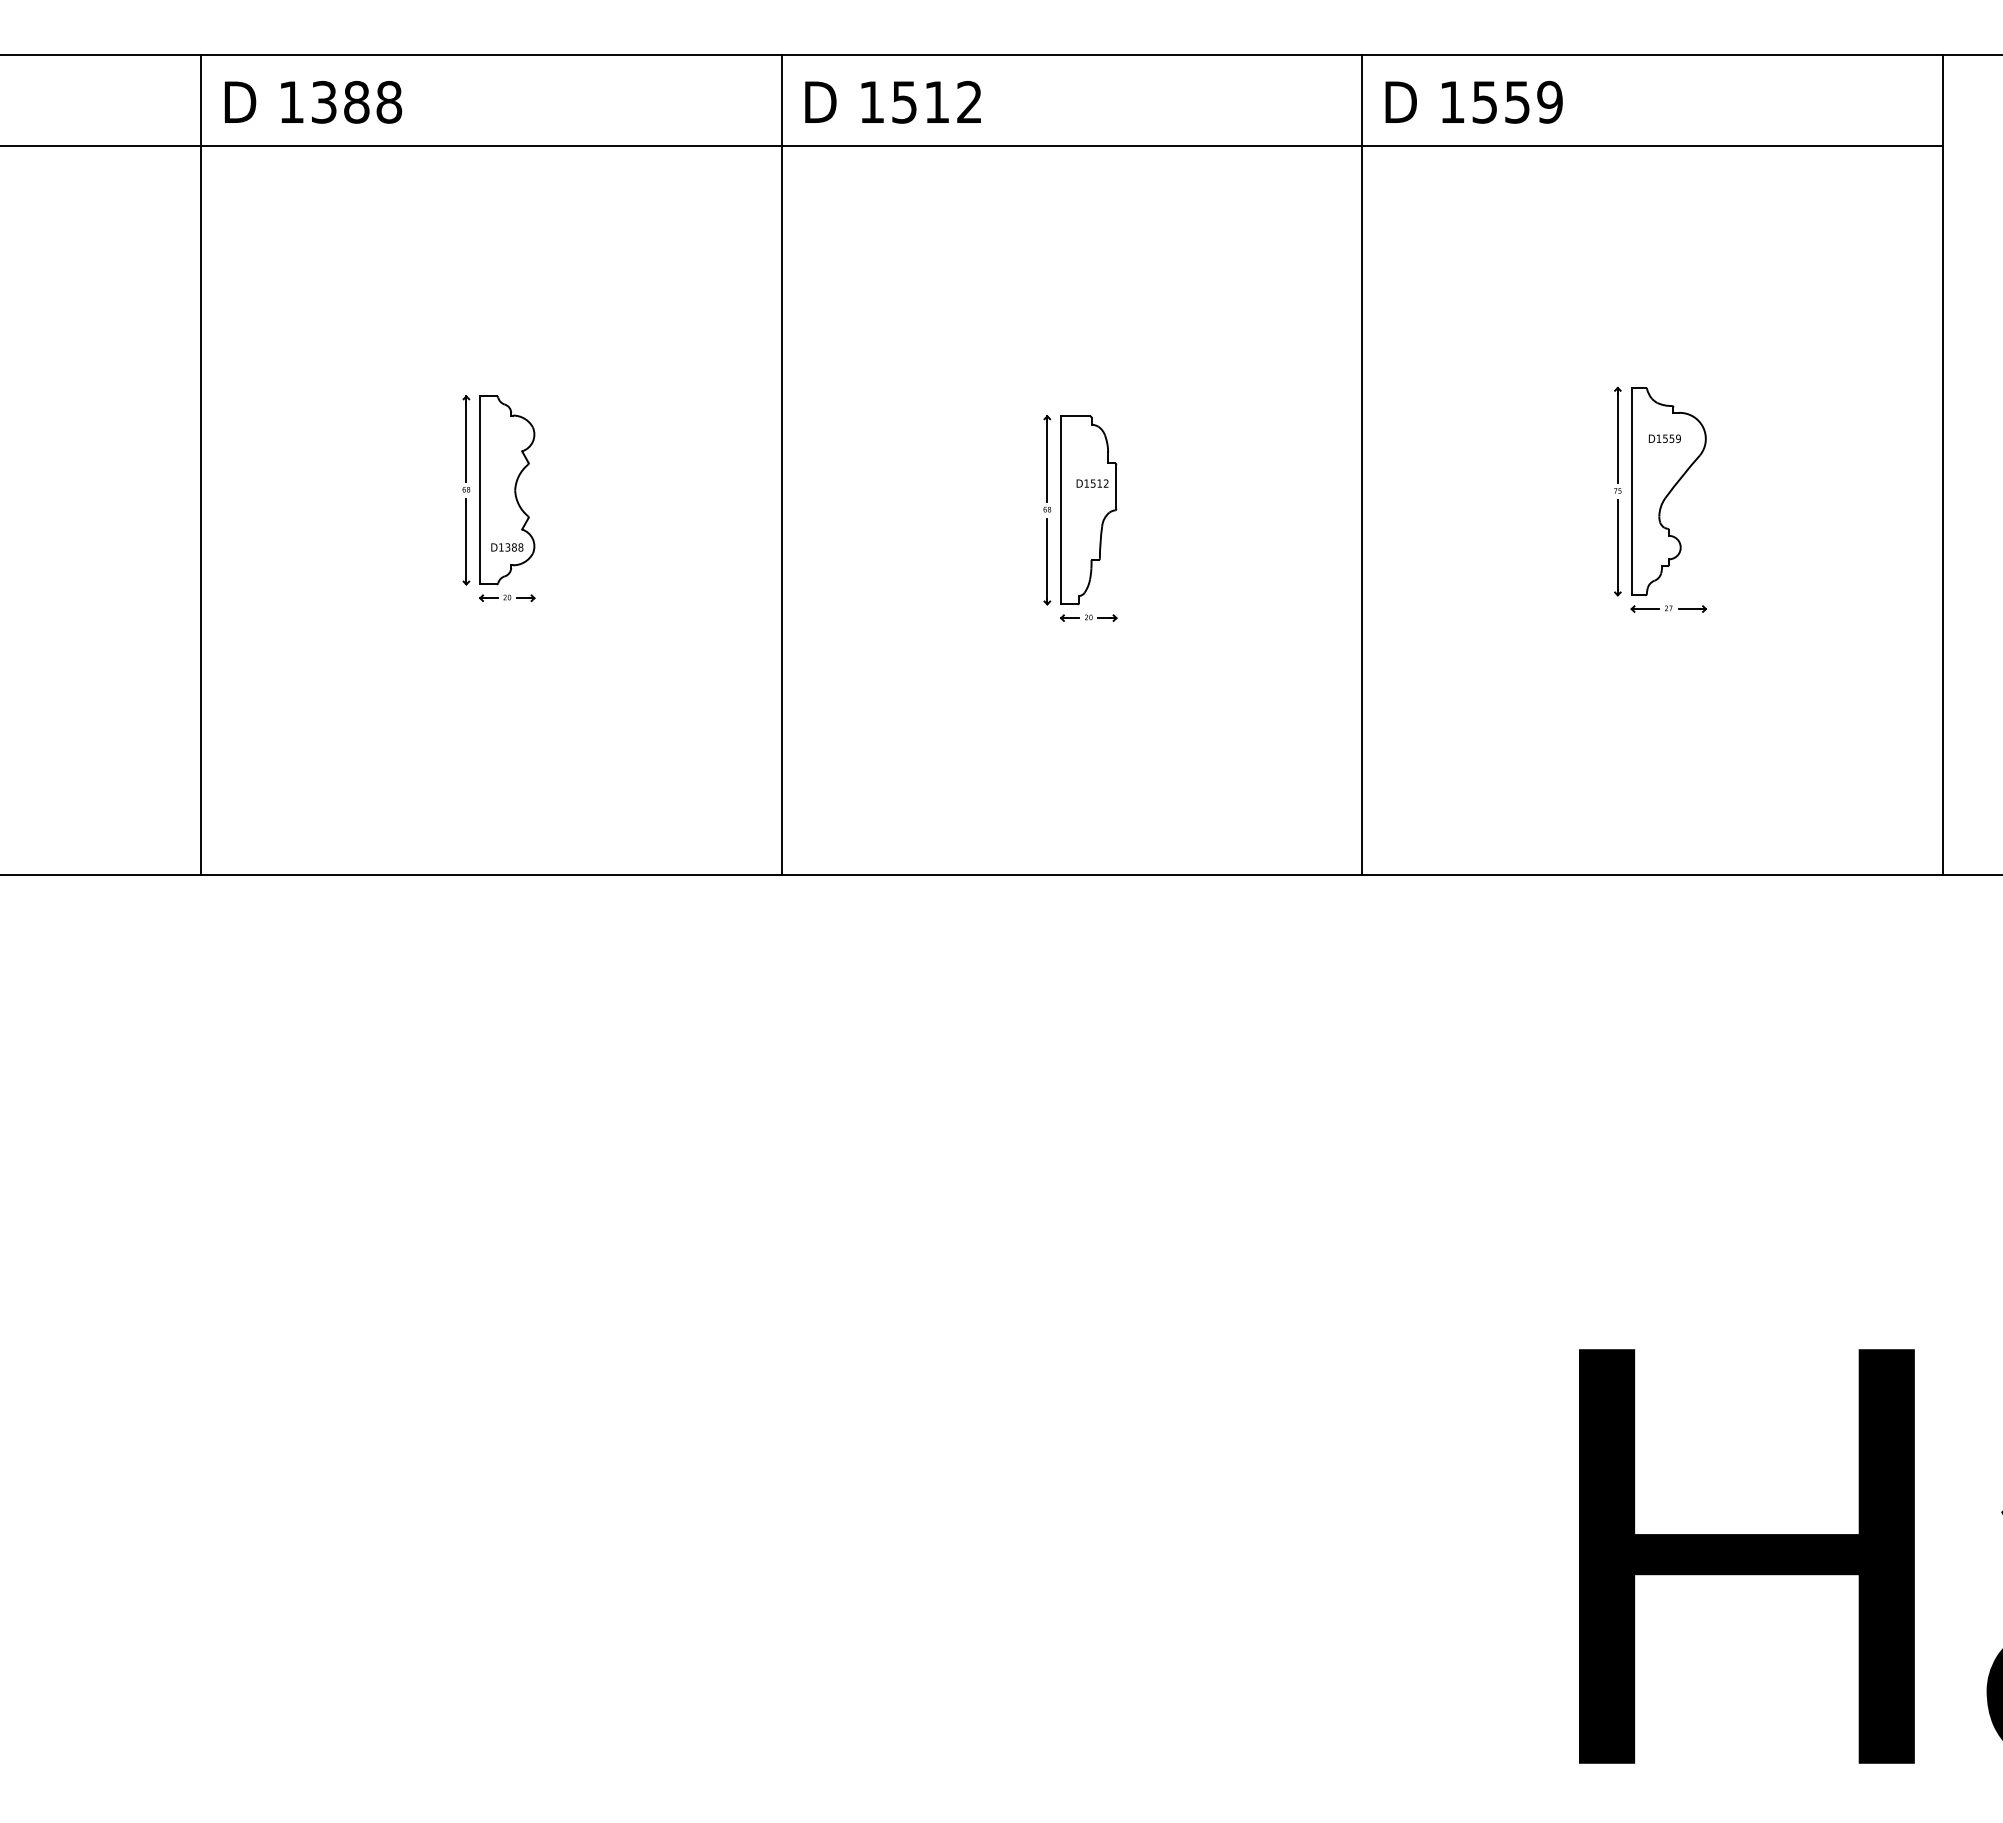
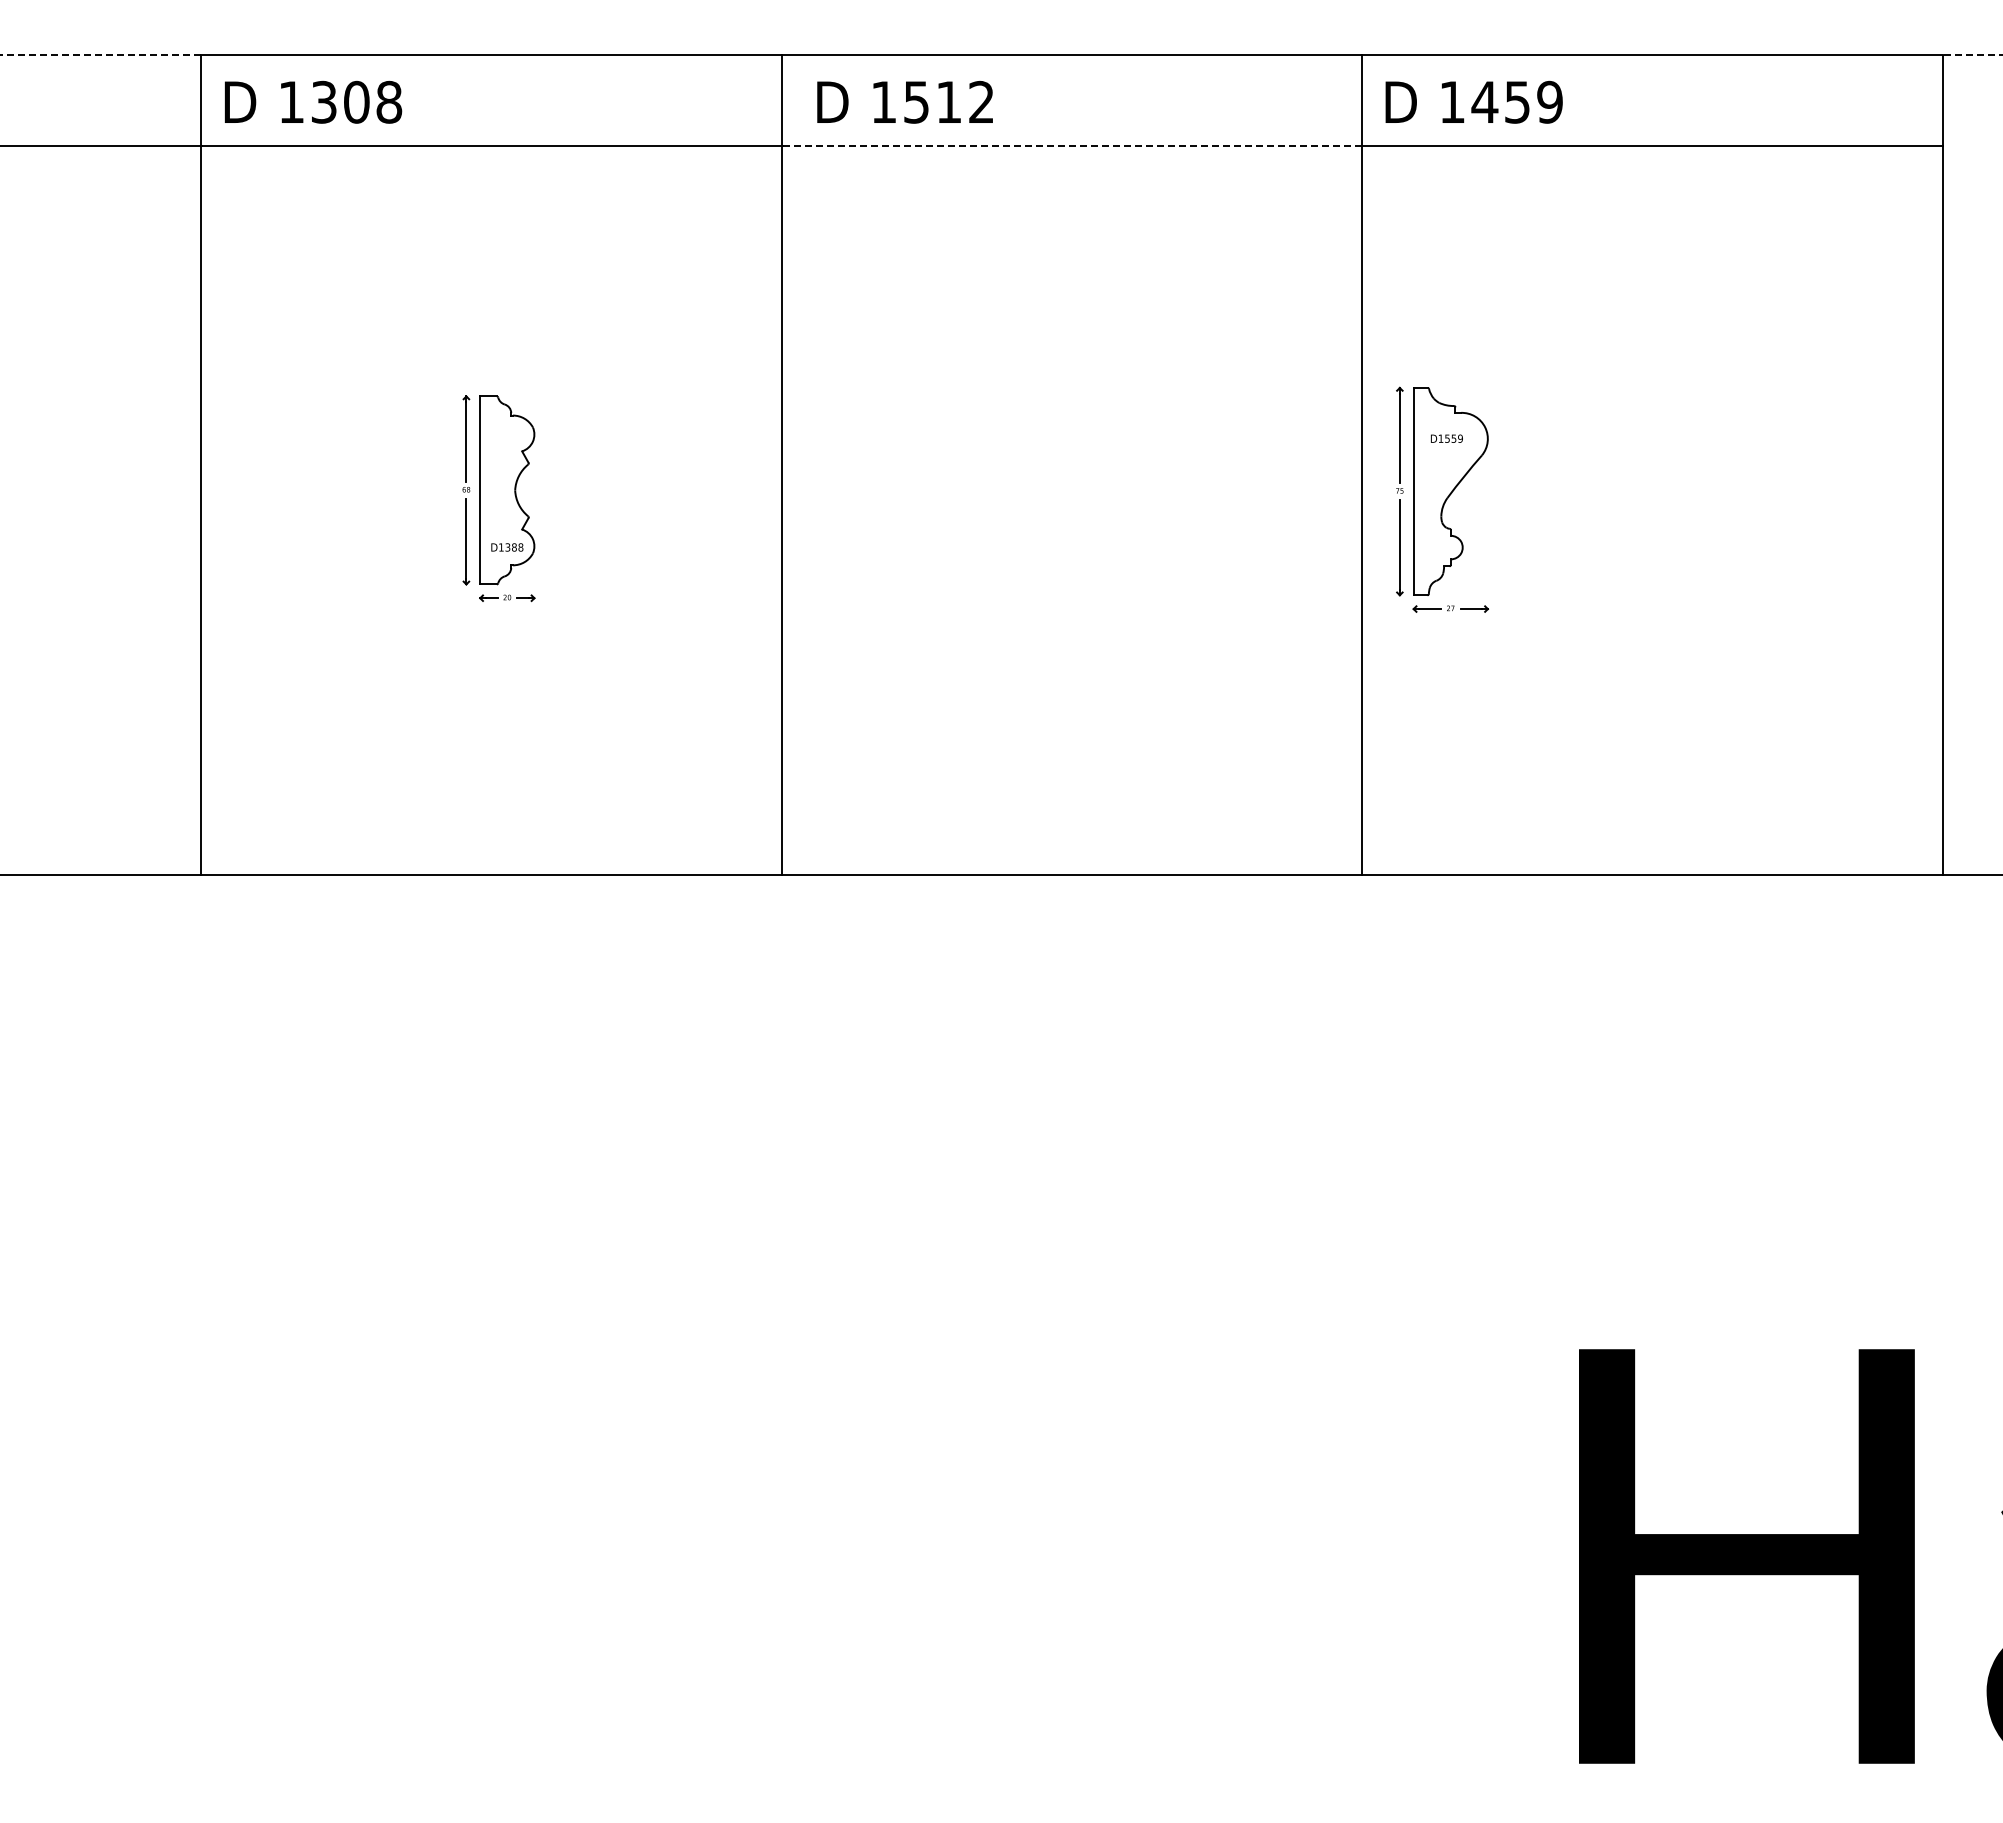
line at (100, 54): solid -> dashed
line at (1972, 54): solid -> dashed
text at (356, 102): 1388 -> 1308
text at (892, 102) position: (892, 102) -> (904, 102)
text at (1484, 102): 1559 -> 1459
line at (1073, 146): solid -> dashed
part at (1660, 499) position: (1660, 499) -> (1442, 499)
part at (1080, 518): present -> none
